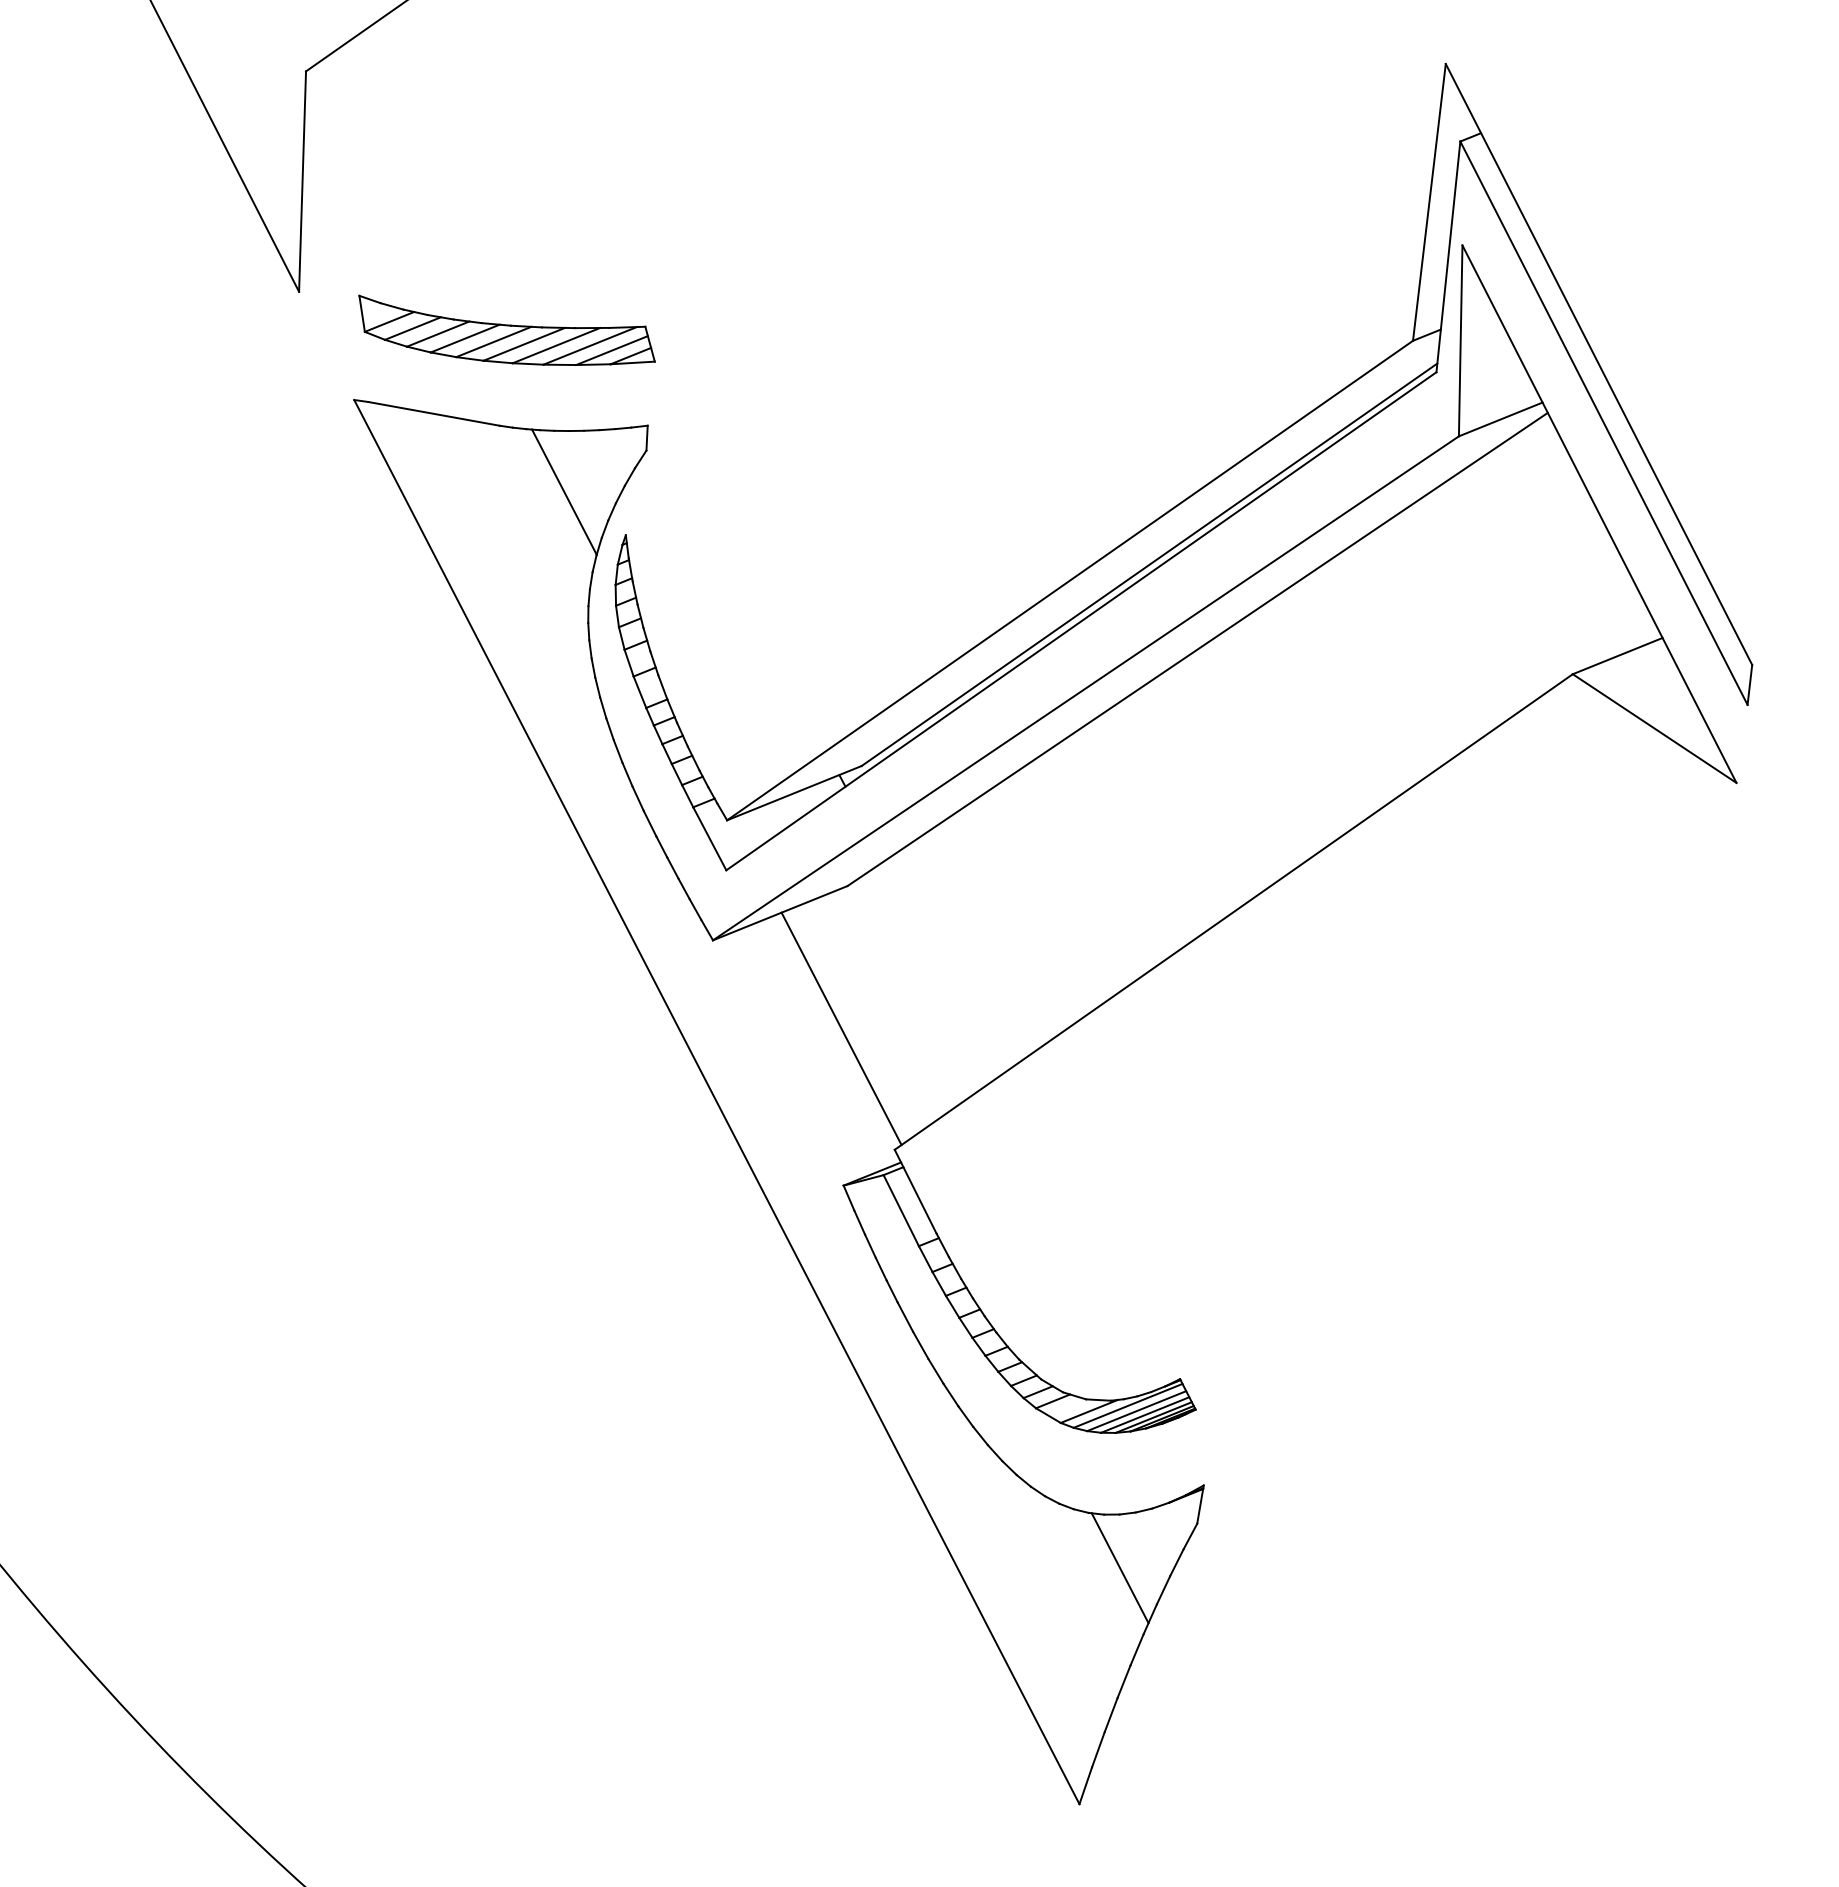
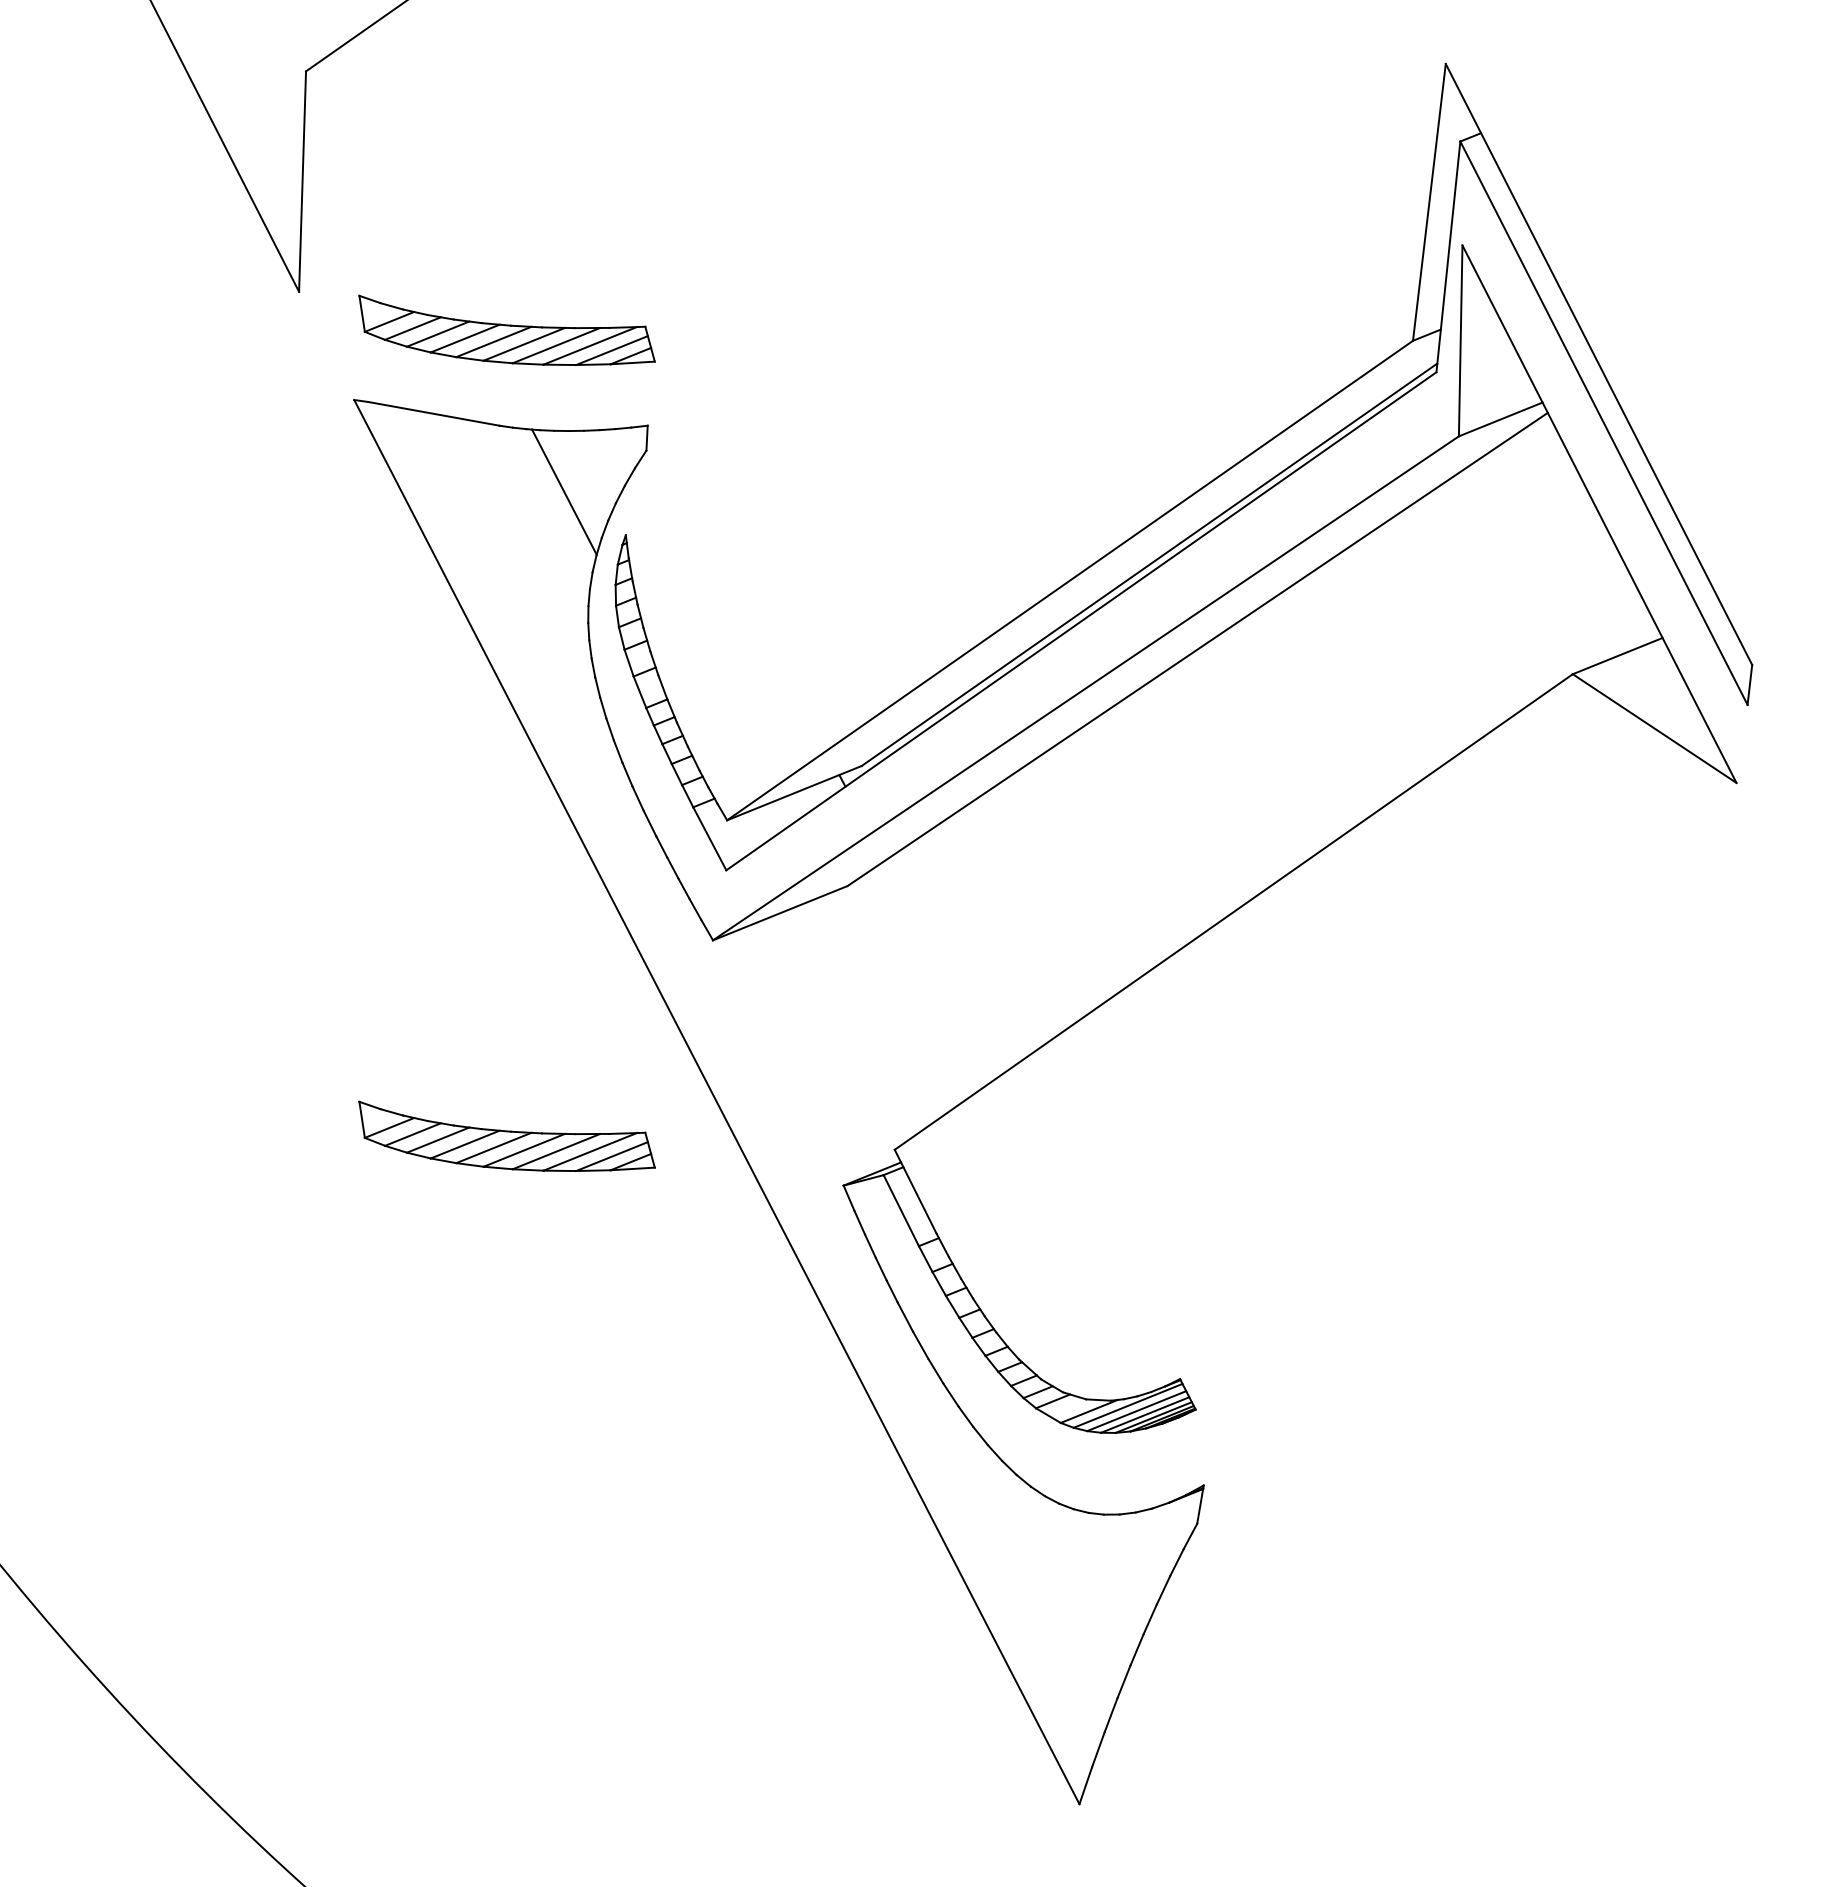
line at (841, 1028): present -> none
part at (506, 1135): none -> present
line at (1119, 1568): present -> none
